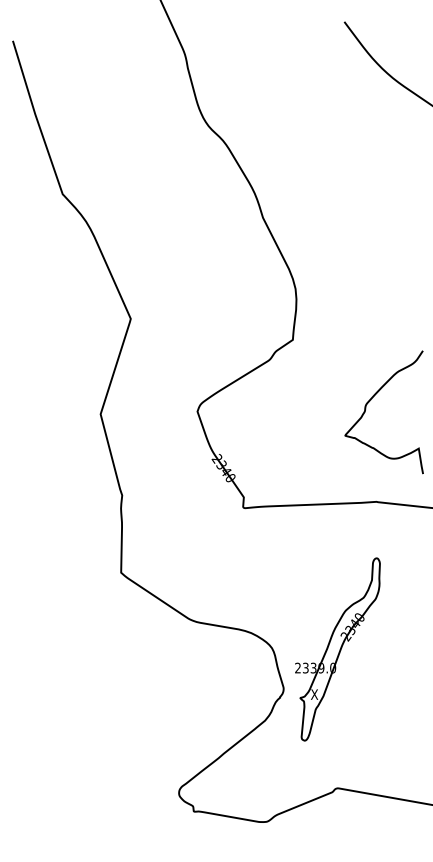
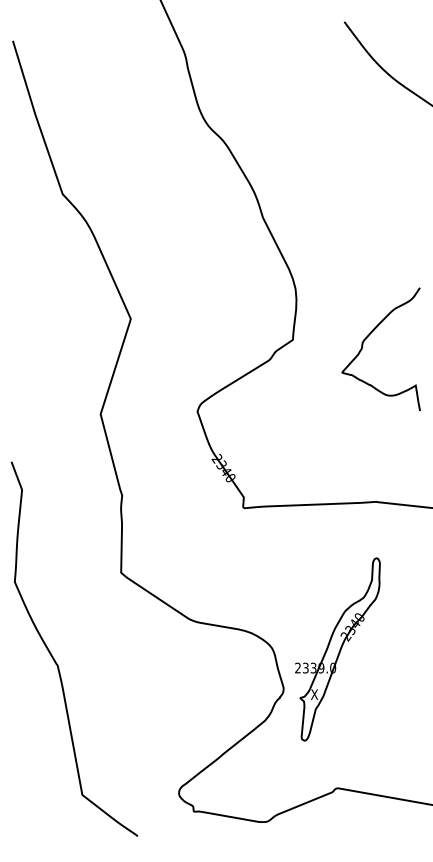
curve at (371, 400) position: (371, 400) -> (368, 337)
curve at (56, 661): none -> present
